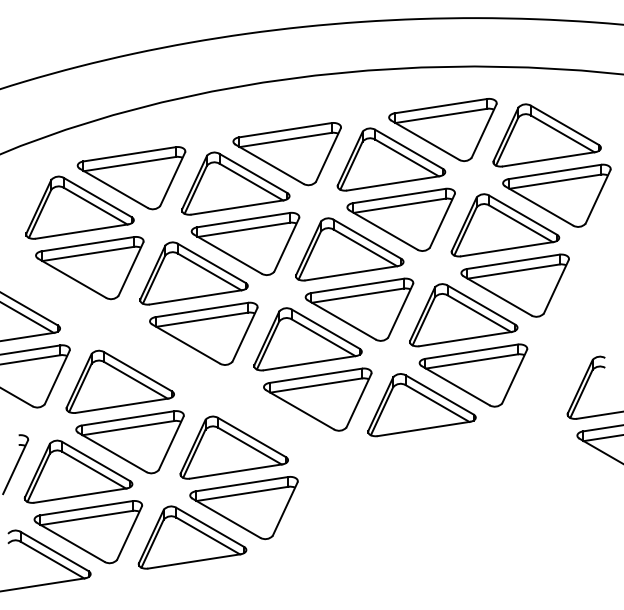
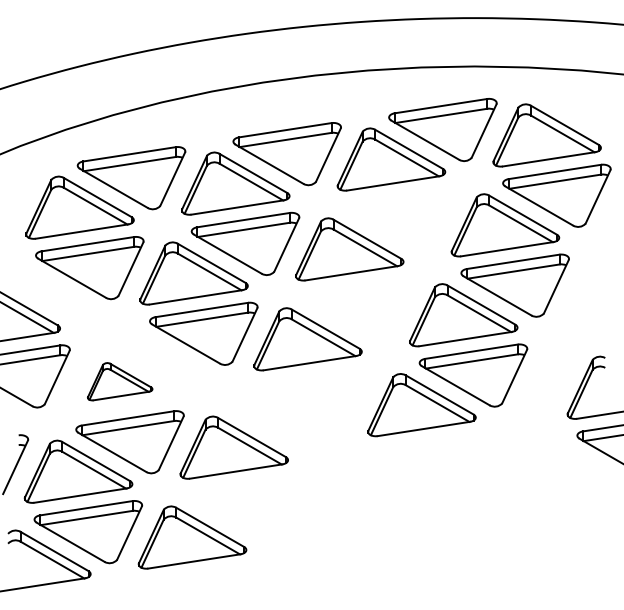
part at (400, 219): present -> none
part at (359, 309): present -> none
part at (119, 381) size: 110x65 px -> 67x40 px
part at (317, 399): present -> none
part at (243, 508): present -> none
